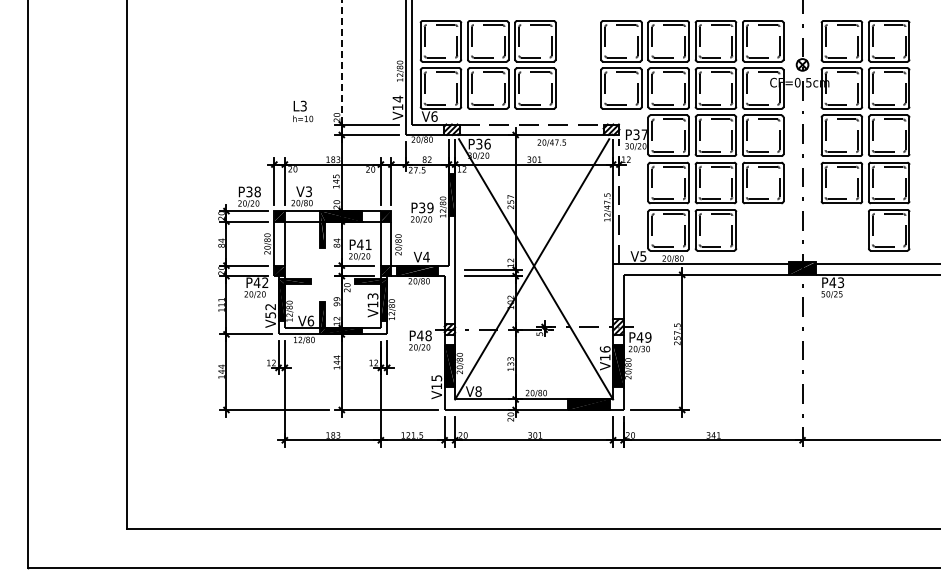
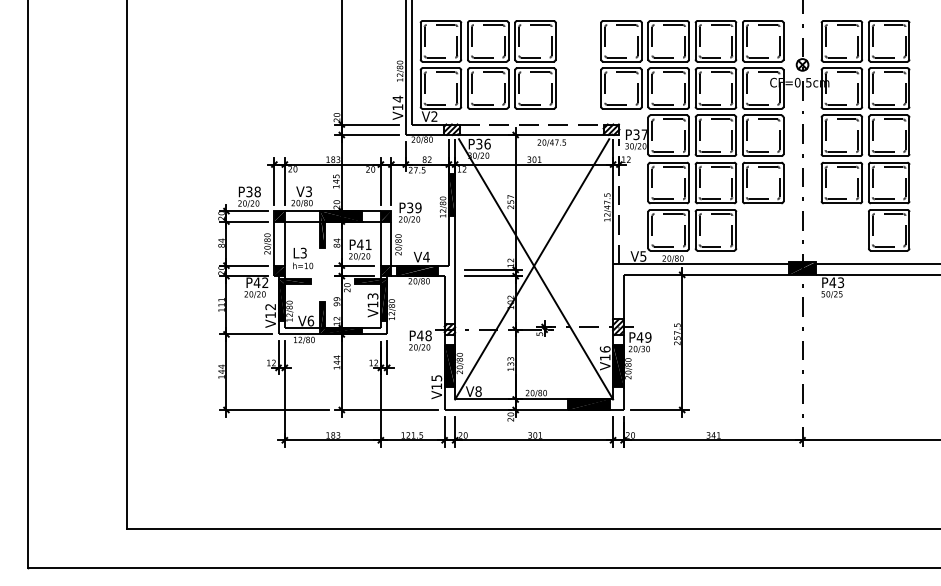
line at (341, 67): dashed -> solid
text at (303, 111) position: (303, 111) -> (303, 258)
text at (434, 116): V6 -> V2
text at (422, 212) position: (422, 212) -> (410, 212)
text at (270, 315): V52 -> V12
